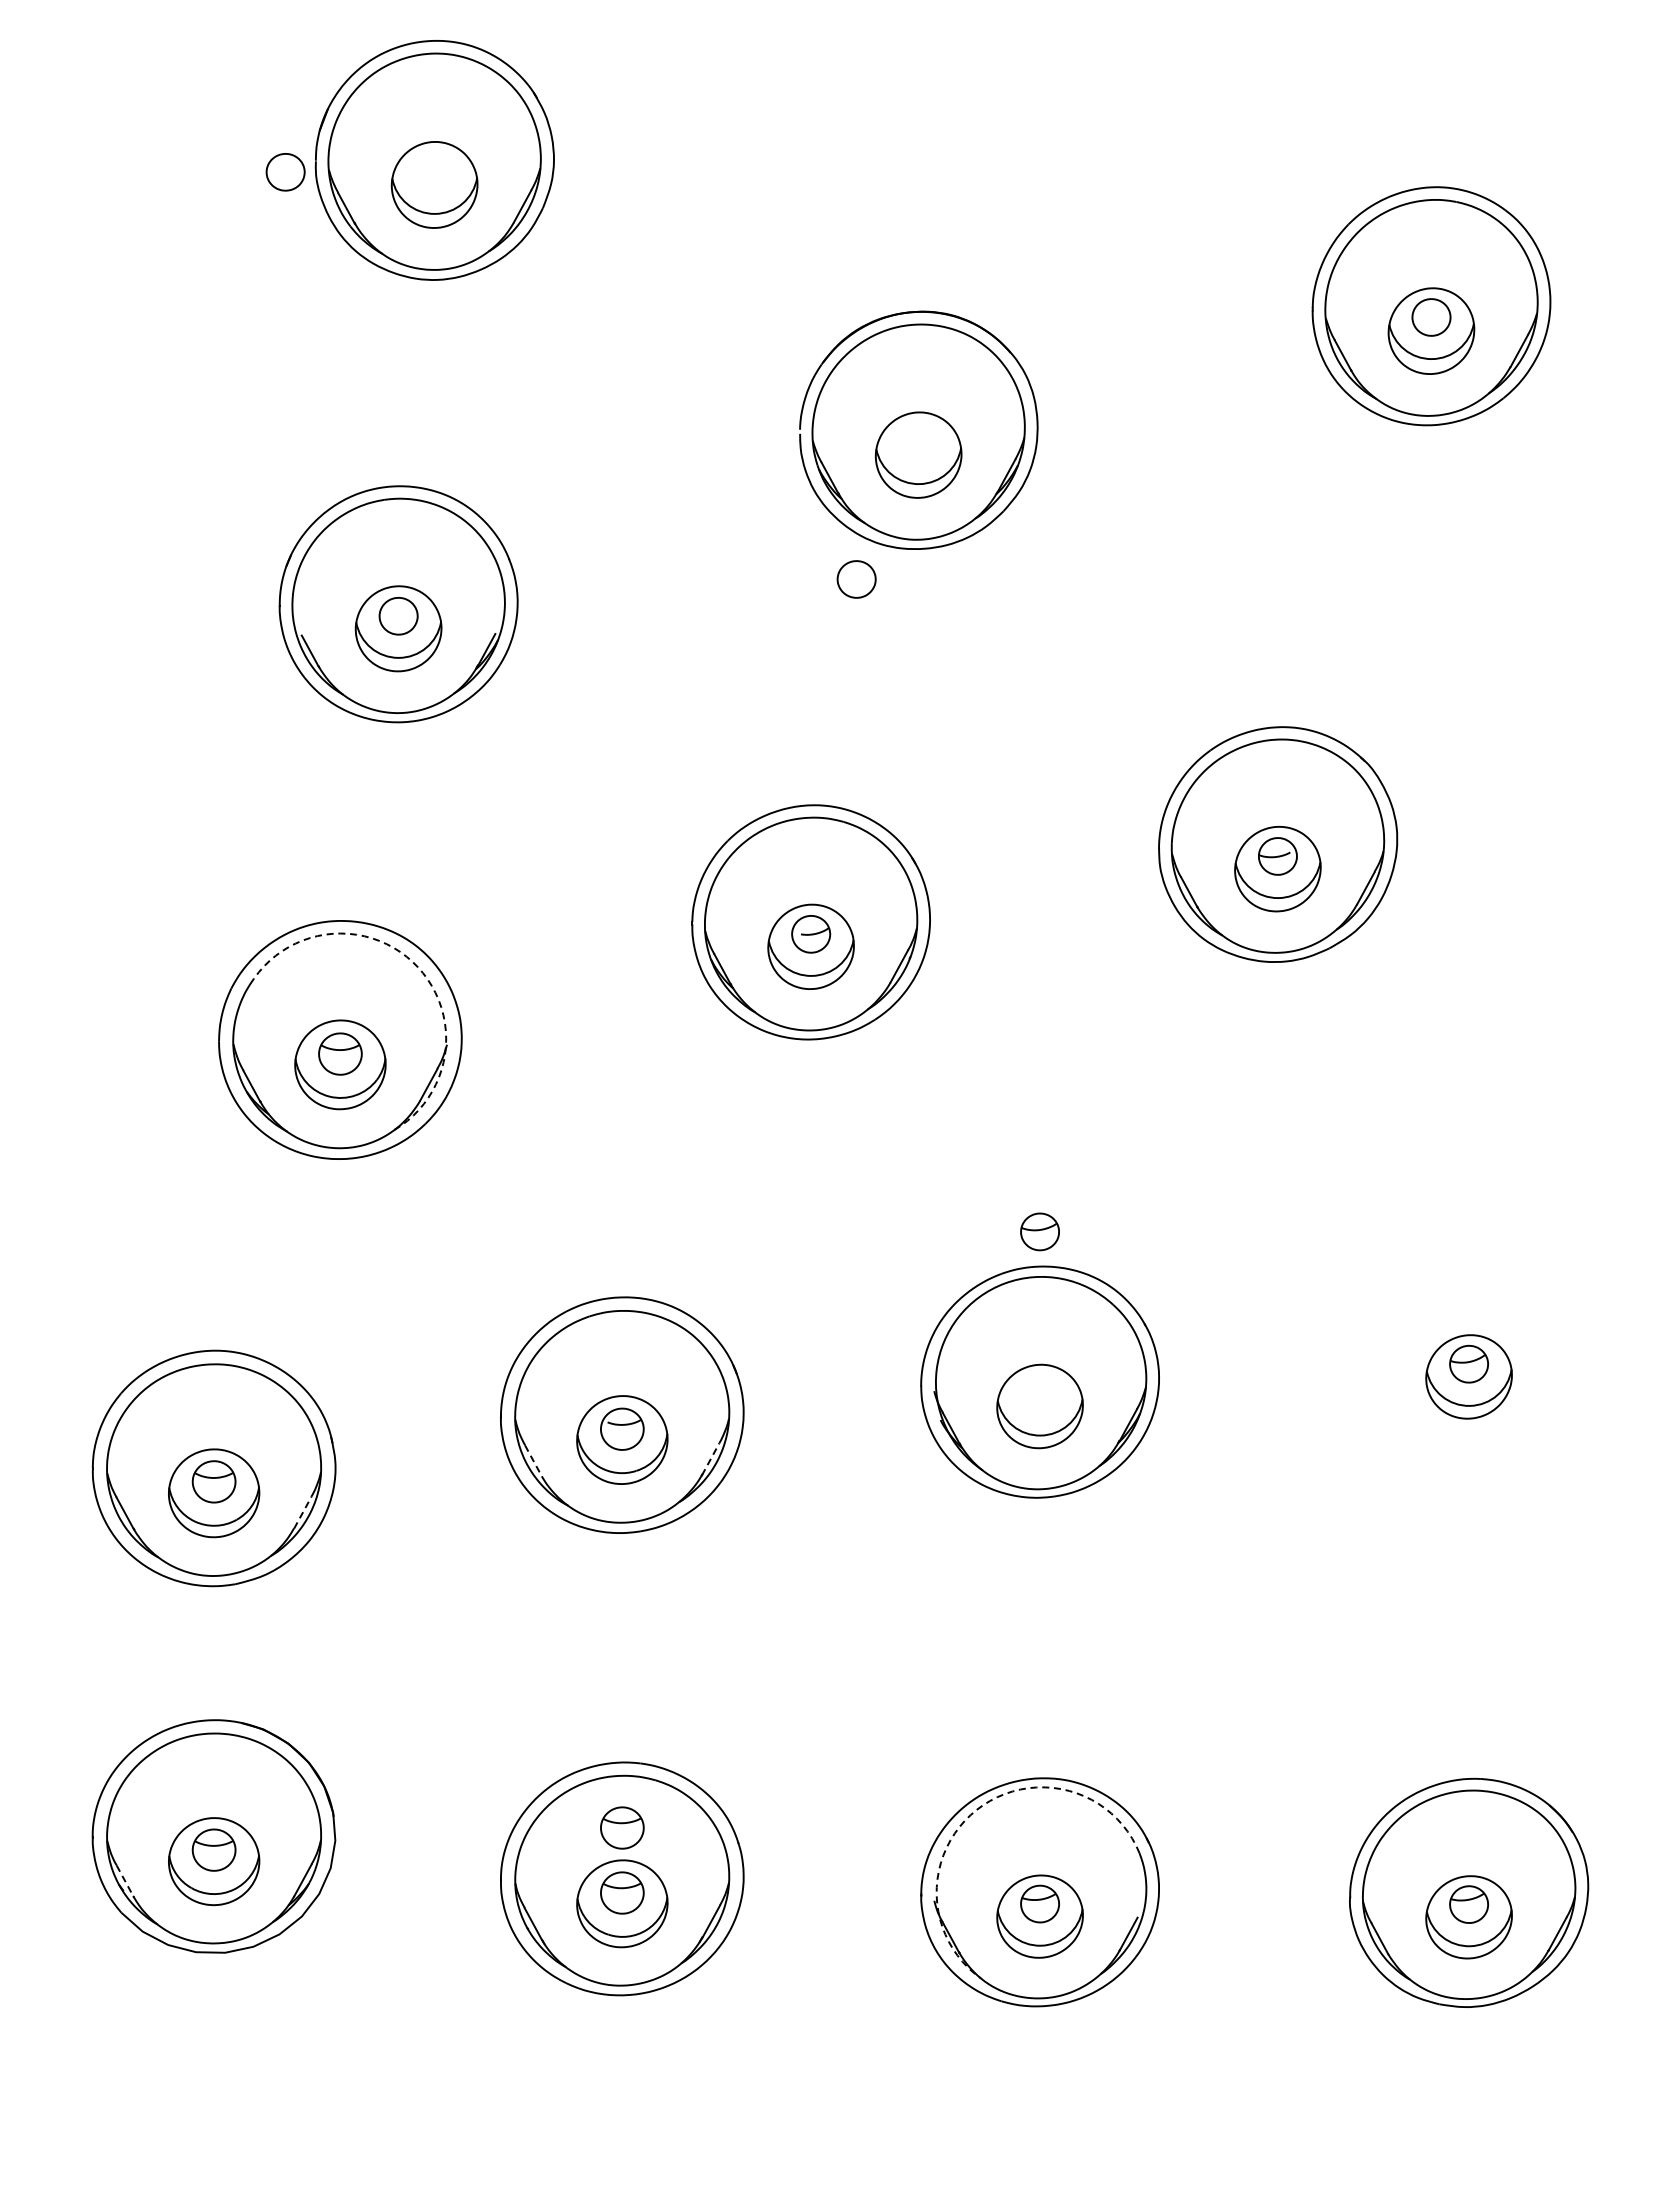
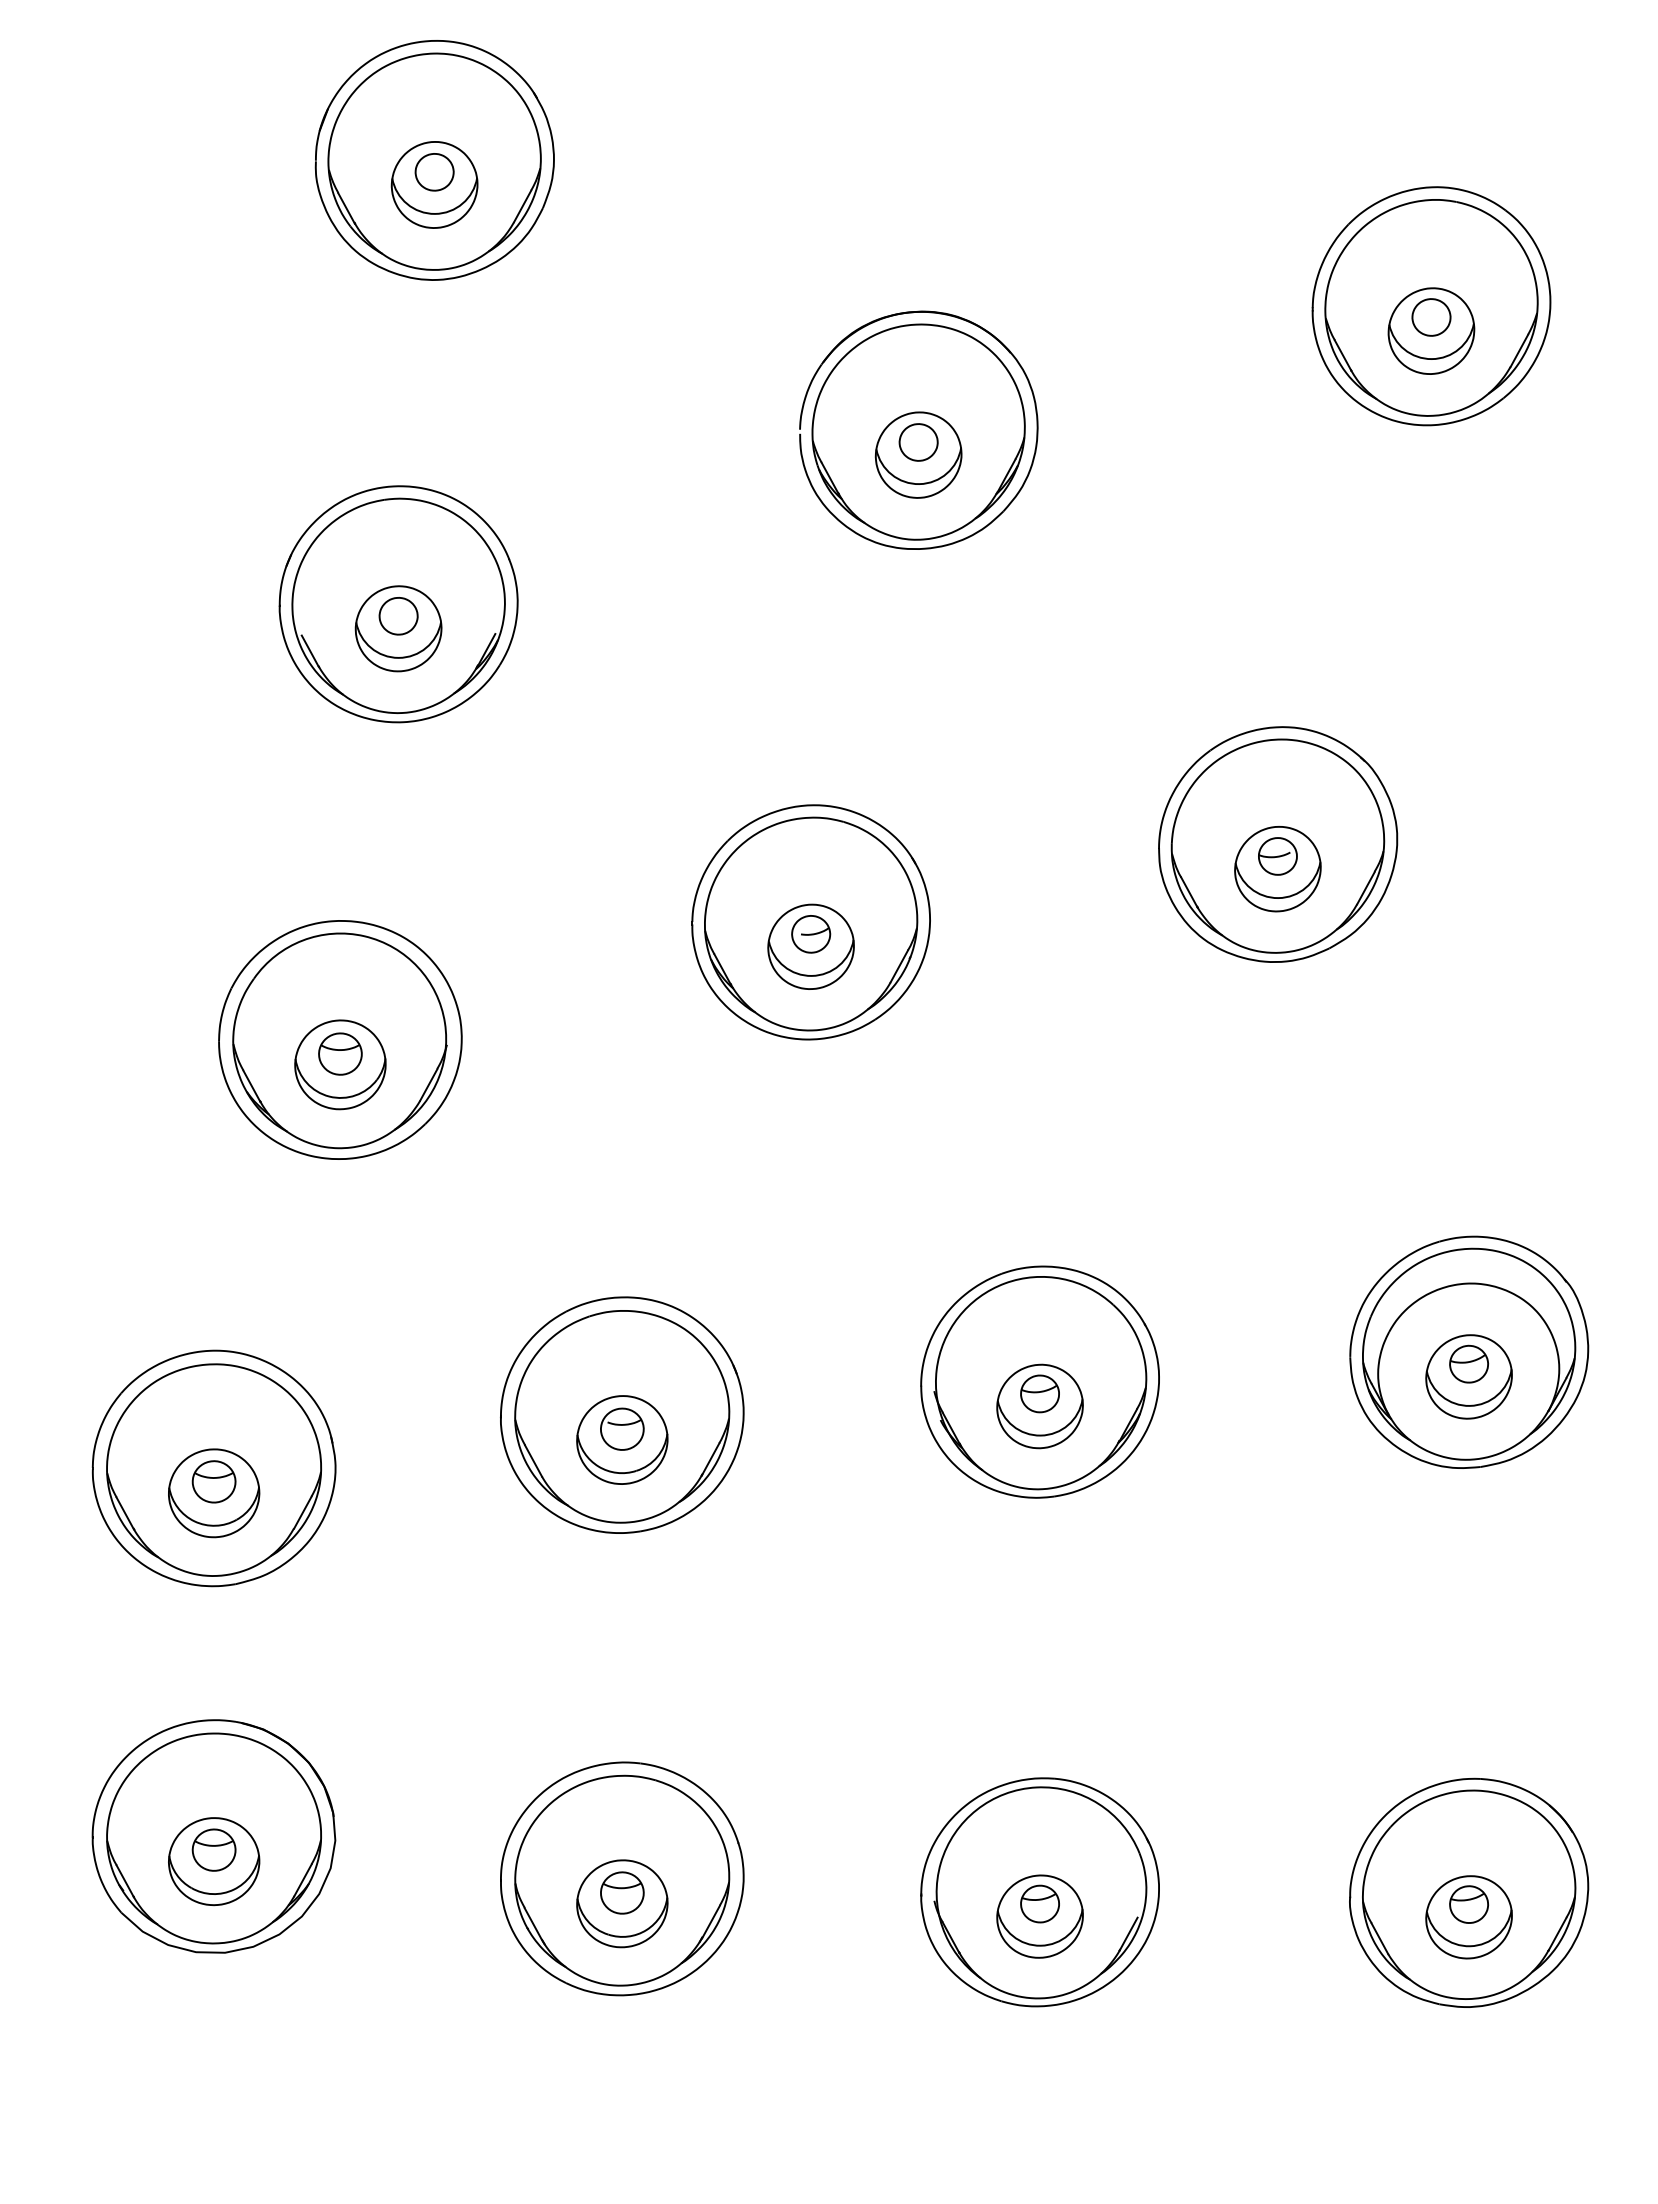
part at (285, 172) position: (285, 172) -> (434, 172)
part at (856, 579) position: (856, 579) -> (918, 442)
arc at (418, 967): dashed -> solid
part at (1039, 1231) position: (1039, 1231) -> (1039, 1393)
part at (1469, 1351): none -> present
line at (710, 1458): dashed -> solid
line at (533, 1460): dashed -> solid
line at (303, 1512): dashed -> solid
arc at (976, 1809): dashed -> solid
part at (622, 1827): present -> none
line at (125, 1881): dashed -> solid
